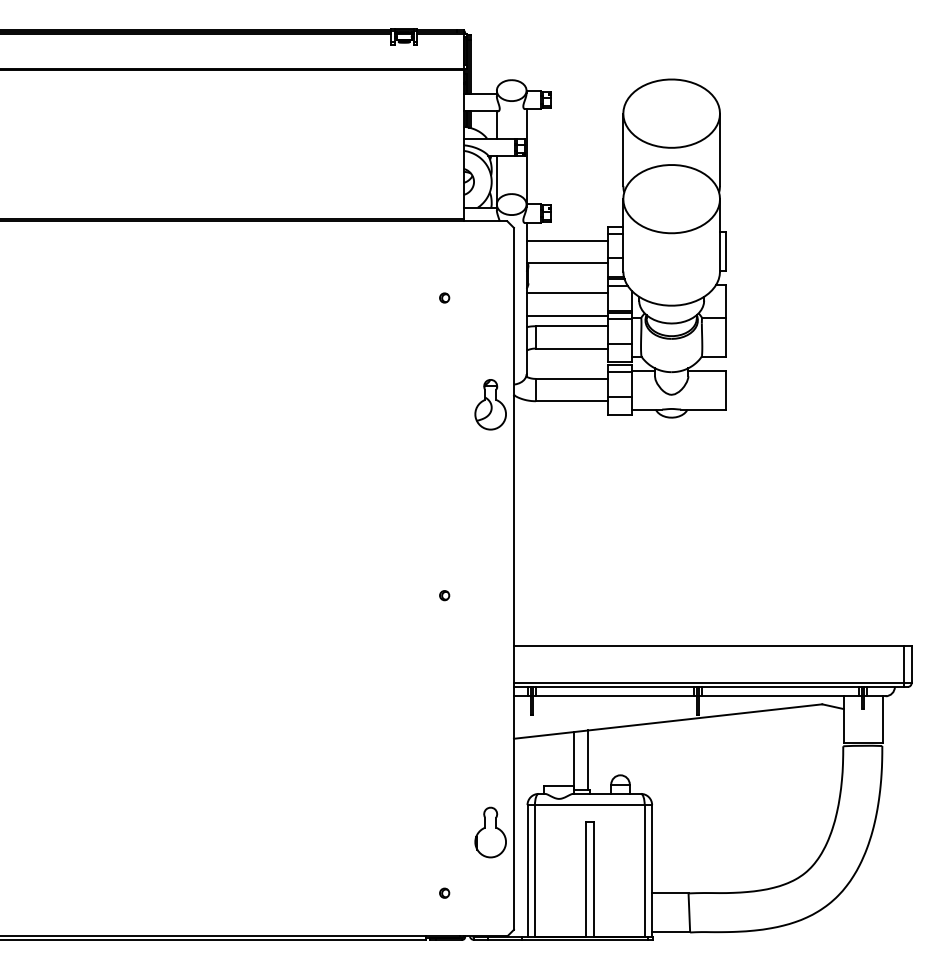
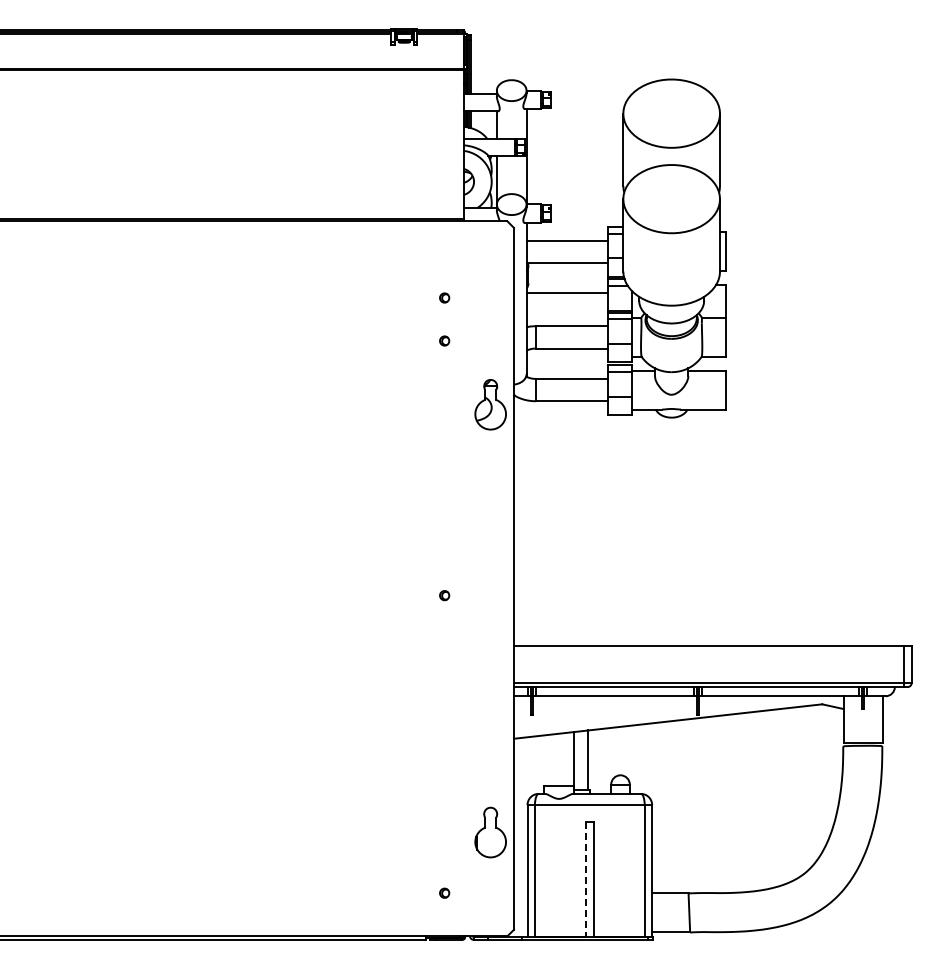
line at (566, 315): present -> none
part at (444, 340): none -> present
line at (586, 879): solid -> dashed
